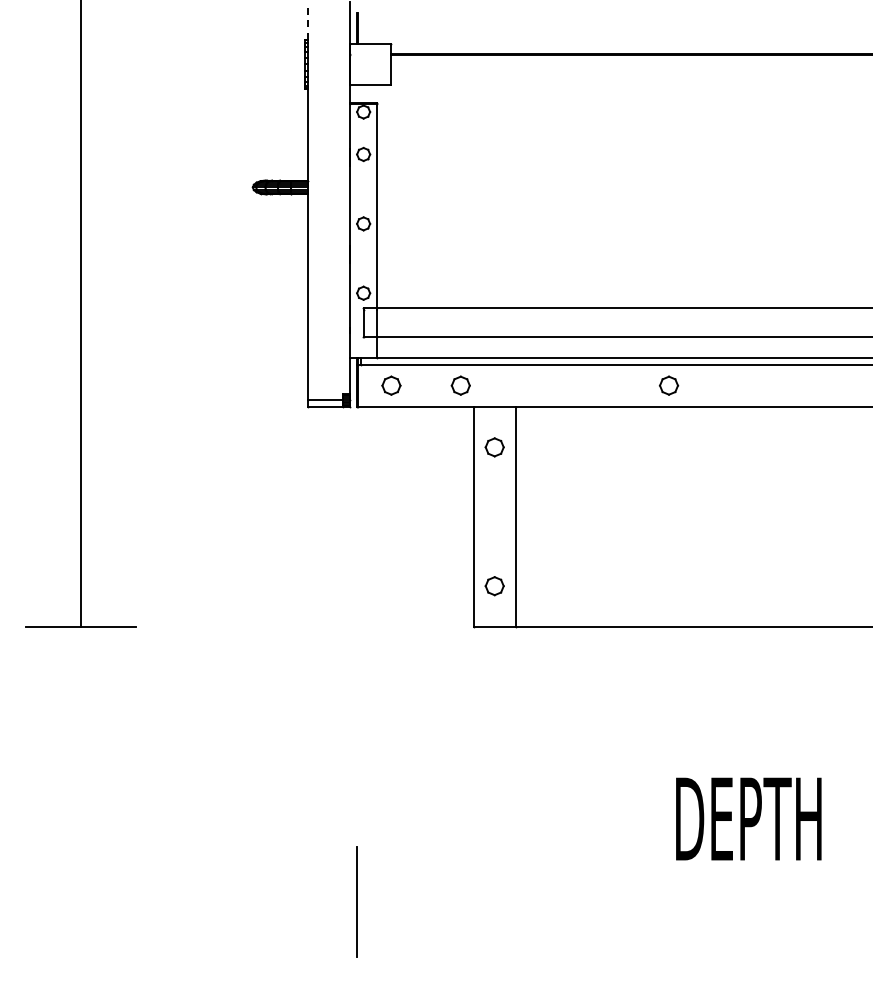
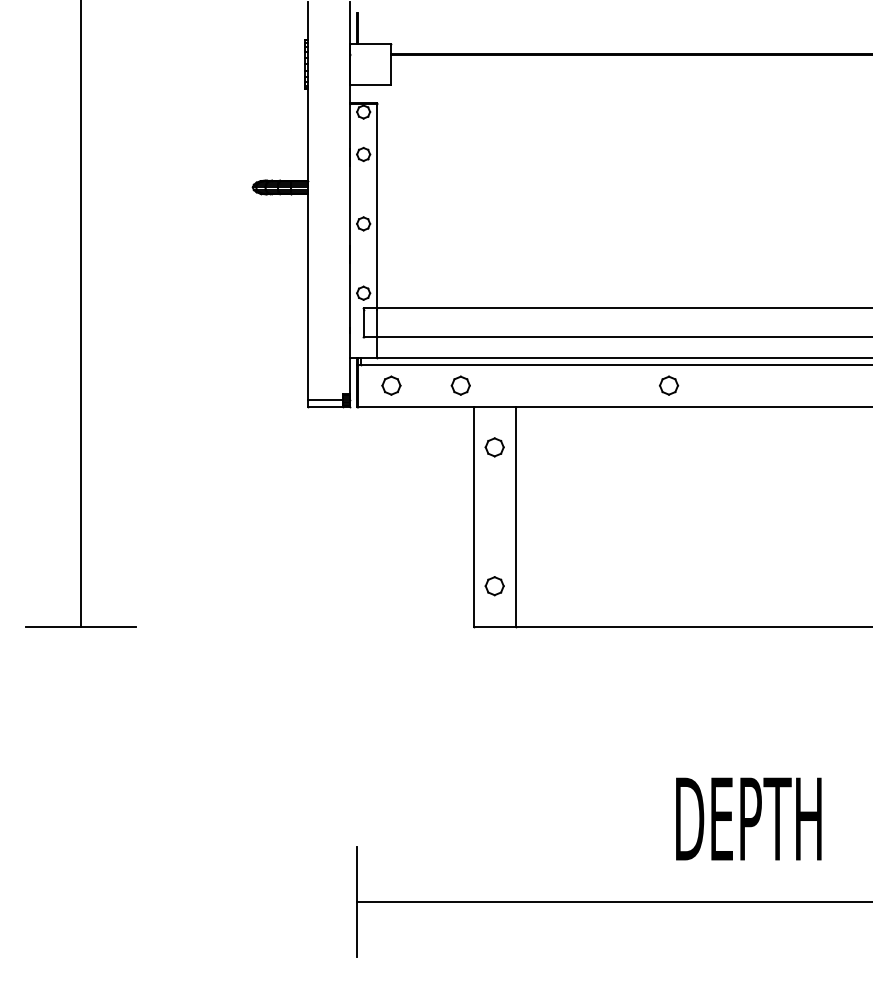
line at (307, 20): dashed -> solid
line at (612, 902): none -> present
